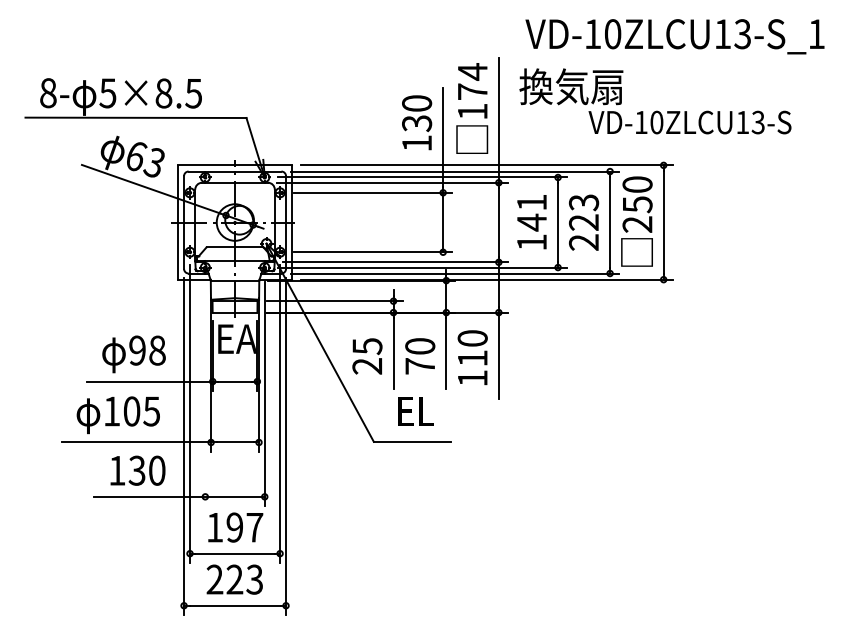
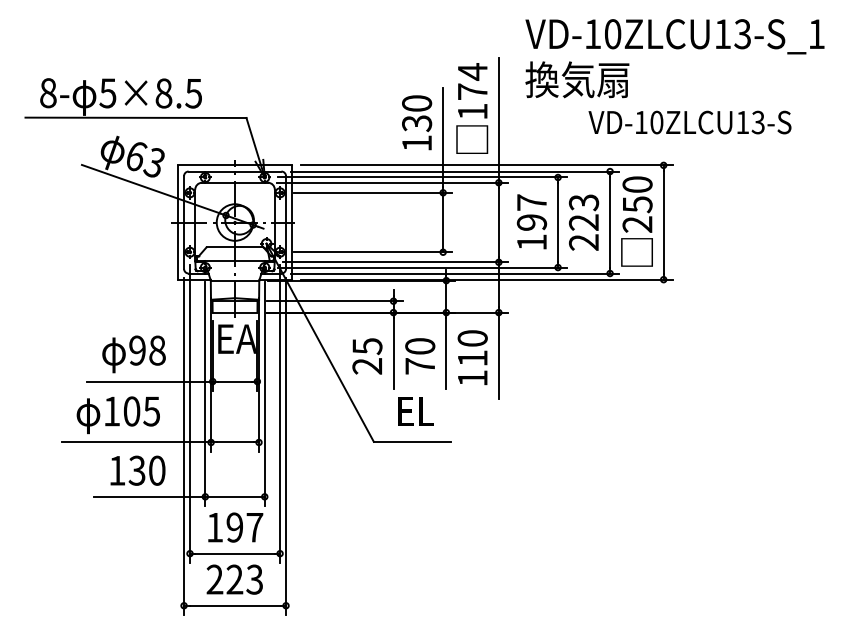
text at (571, 86) position: (571, 86) -> (577, 79)
text at (531, 212): 141 -> 197
line at (205, 393): none -> present
